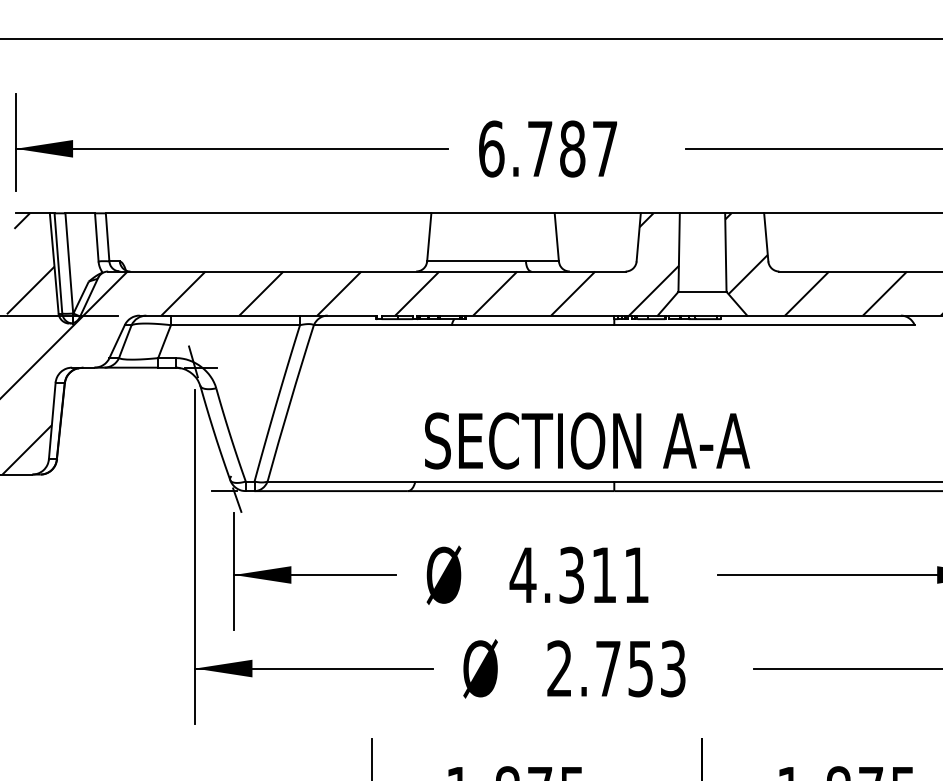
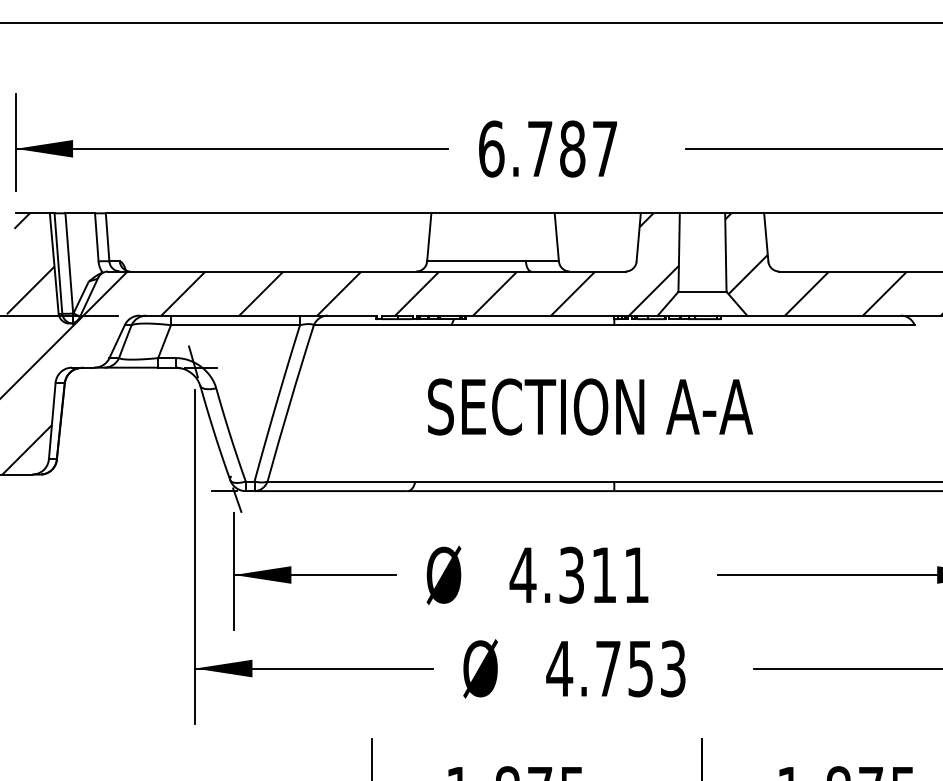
line at (470, 39) position: (470, 39) -> (470, 23)
text at (587, 440) position: (587, 440) -> (590, 406)
text at (559, 668): 2.753 -> 4.753
